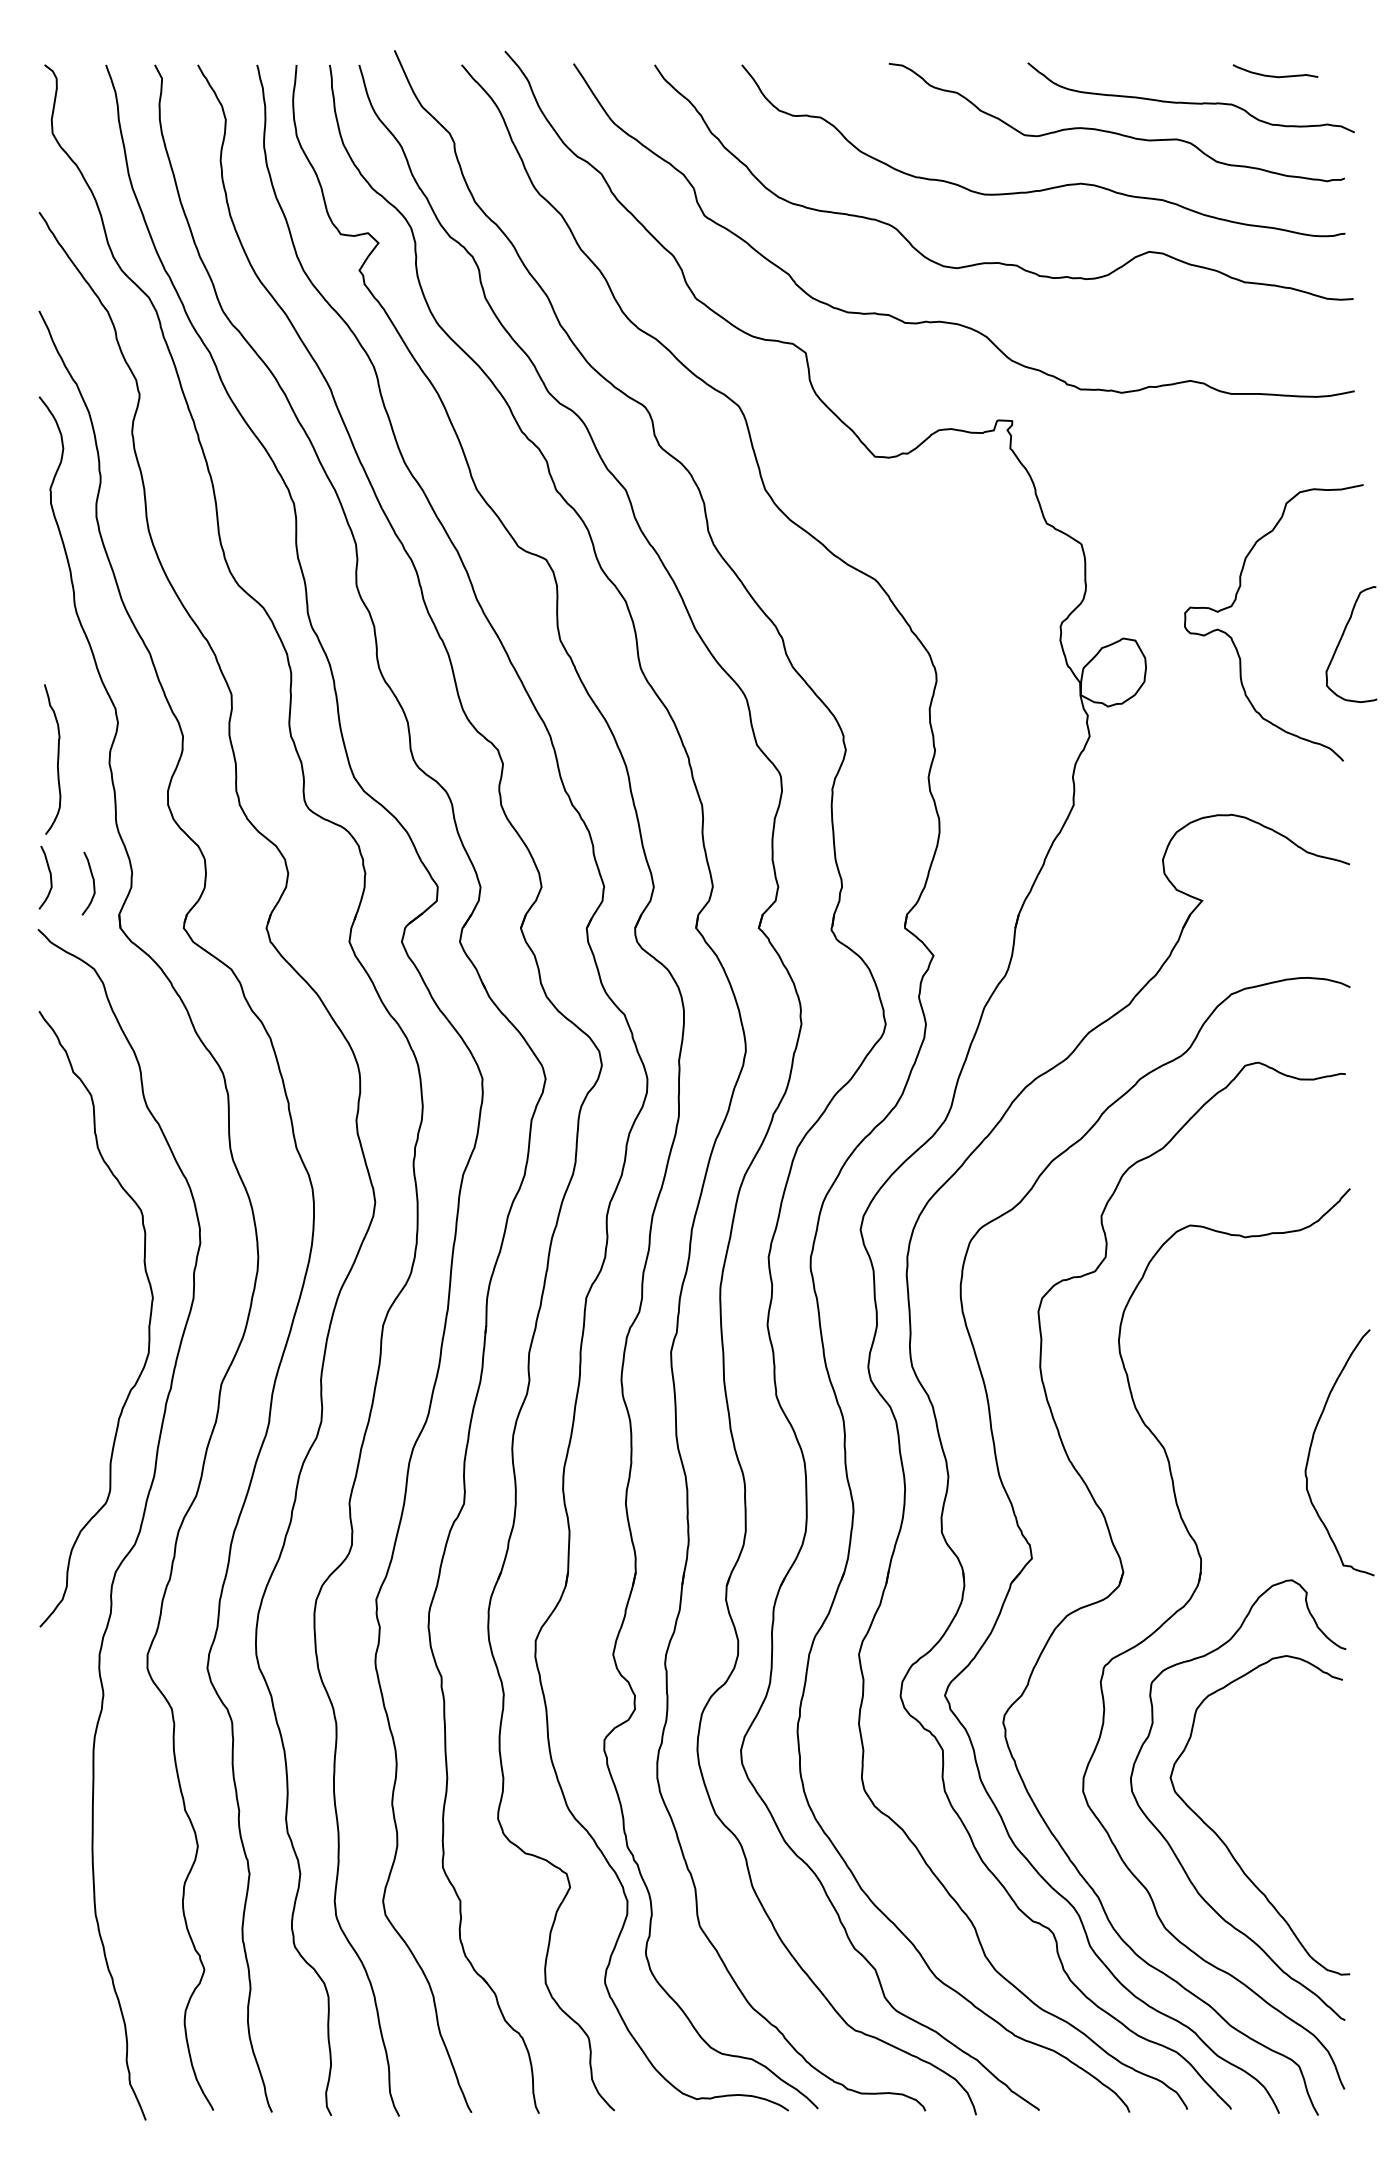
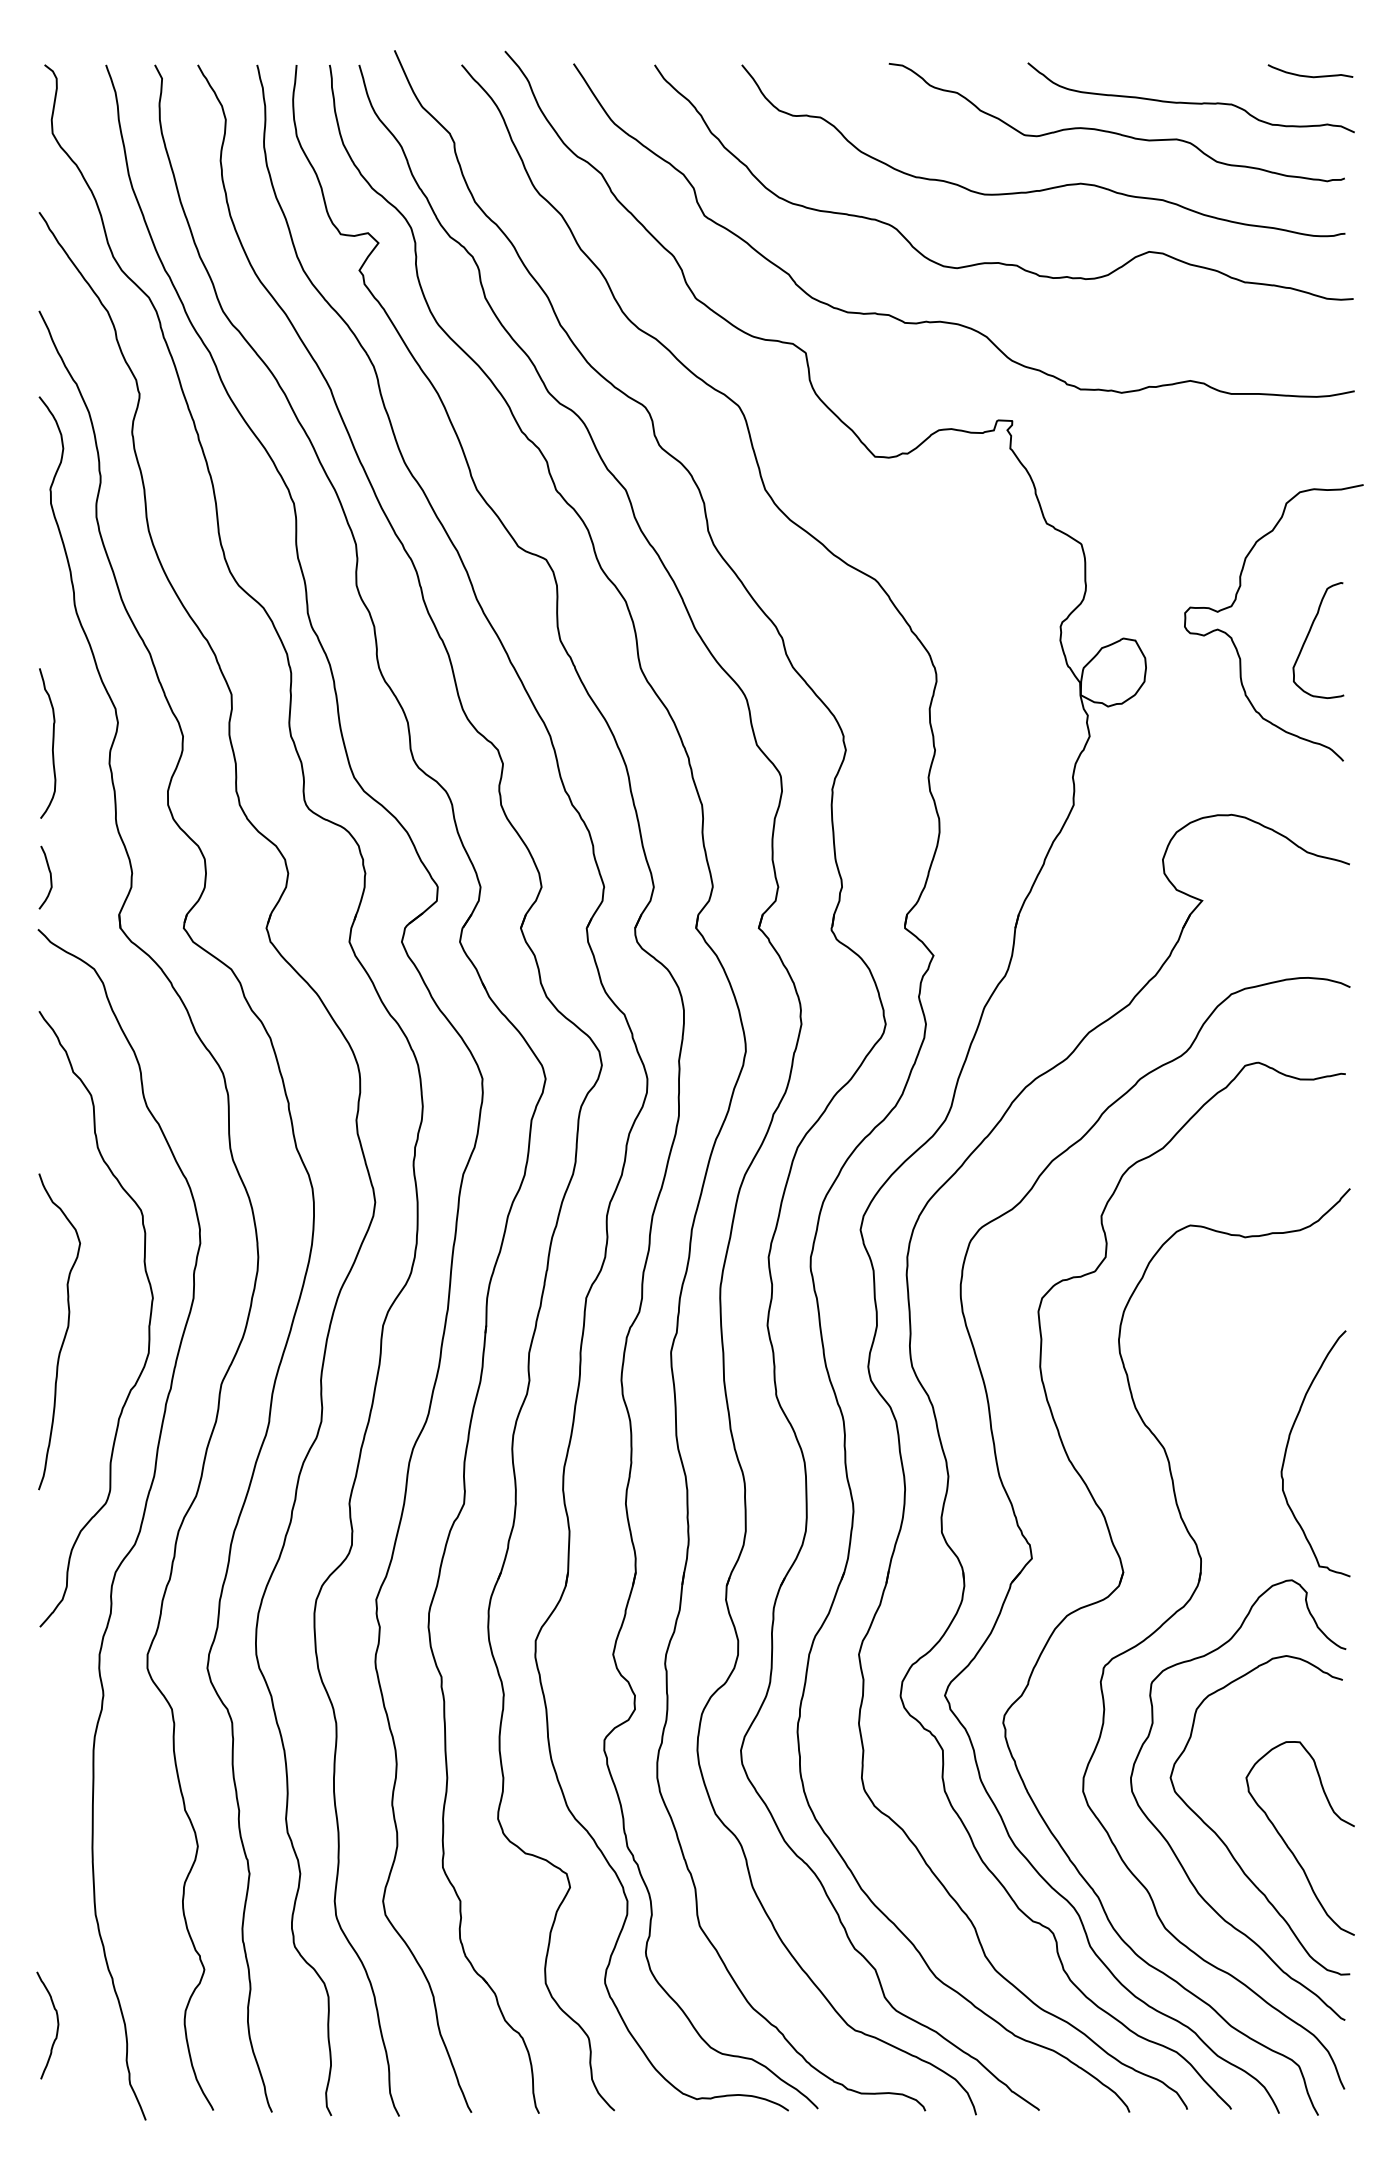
curve at (1274, 75) position: (1274, 75) -> (1309, 75)
curve at (1341, 640) position: (1341, 640) -> (1308, 636)
curve at (57, 759) position: (57, 759) -> (52, 743)
curve at (92, 880): present -> none
curve at (64, 1334): none -> present
curve at (1312, 1444) position: (1312, 1444) -> (1288, 1445)
curve at (1287, 1844): none -> present
curve at (56, 2029): none -> present
